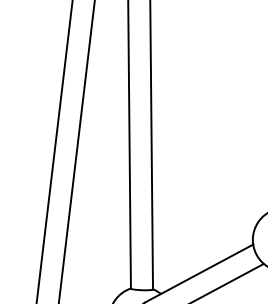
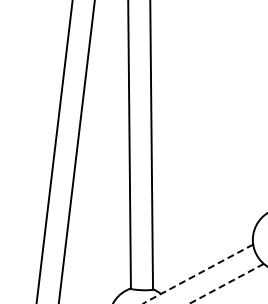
line at (198, 273): solid -> dashed
line at (226, 284): solid -> dashed
